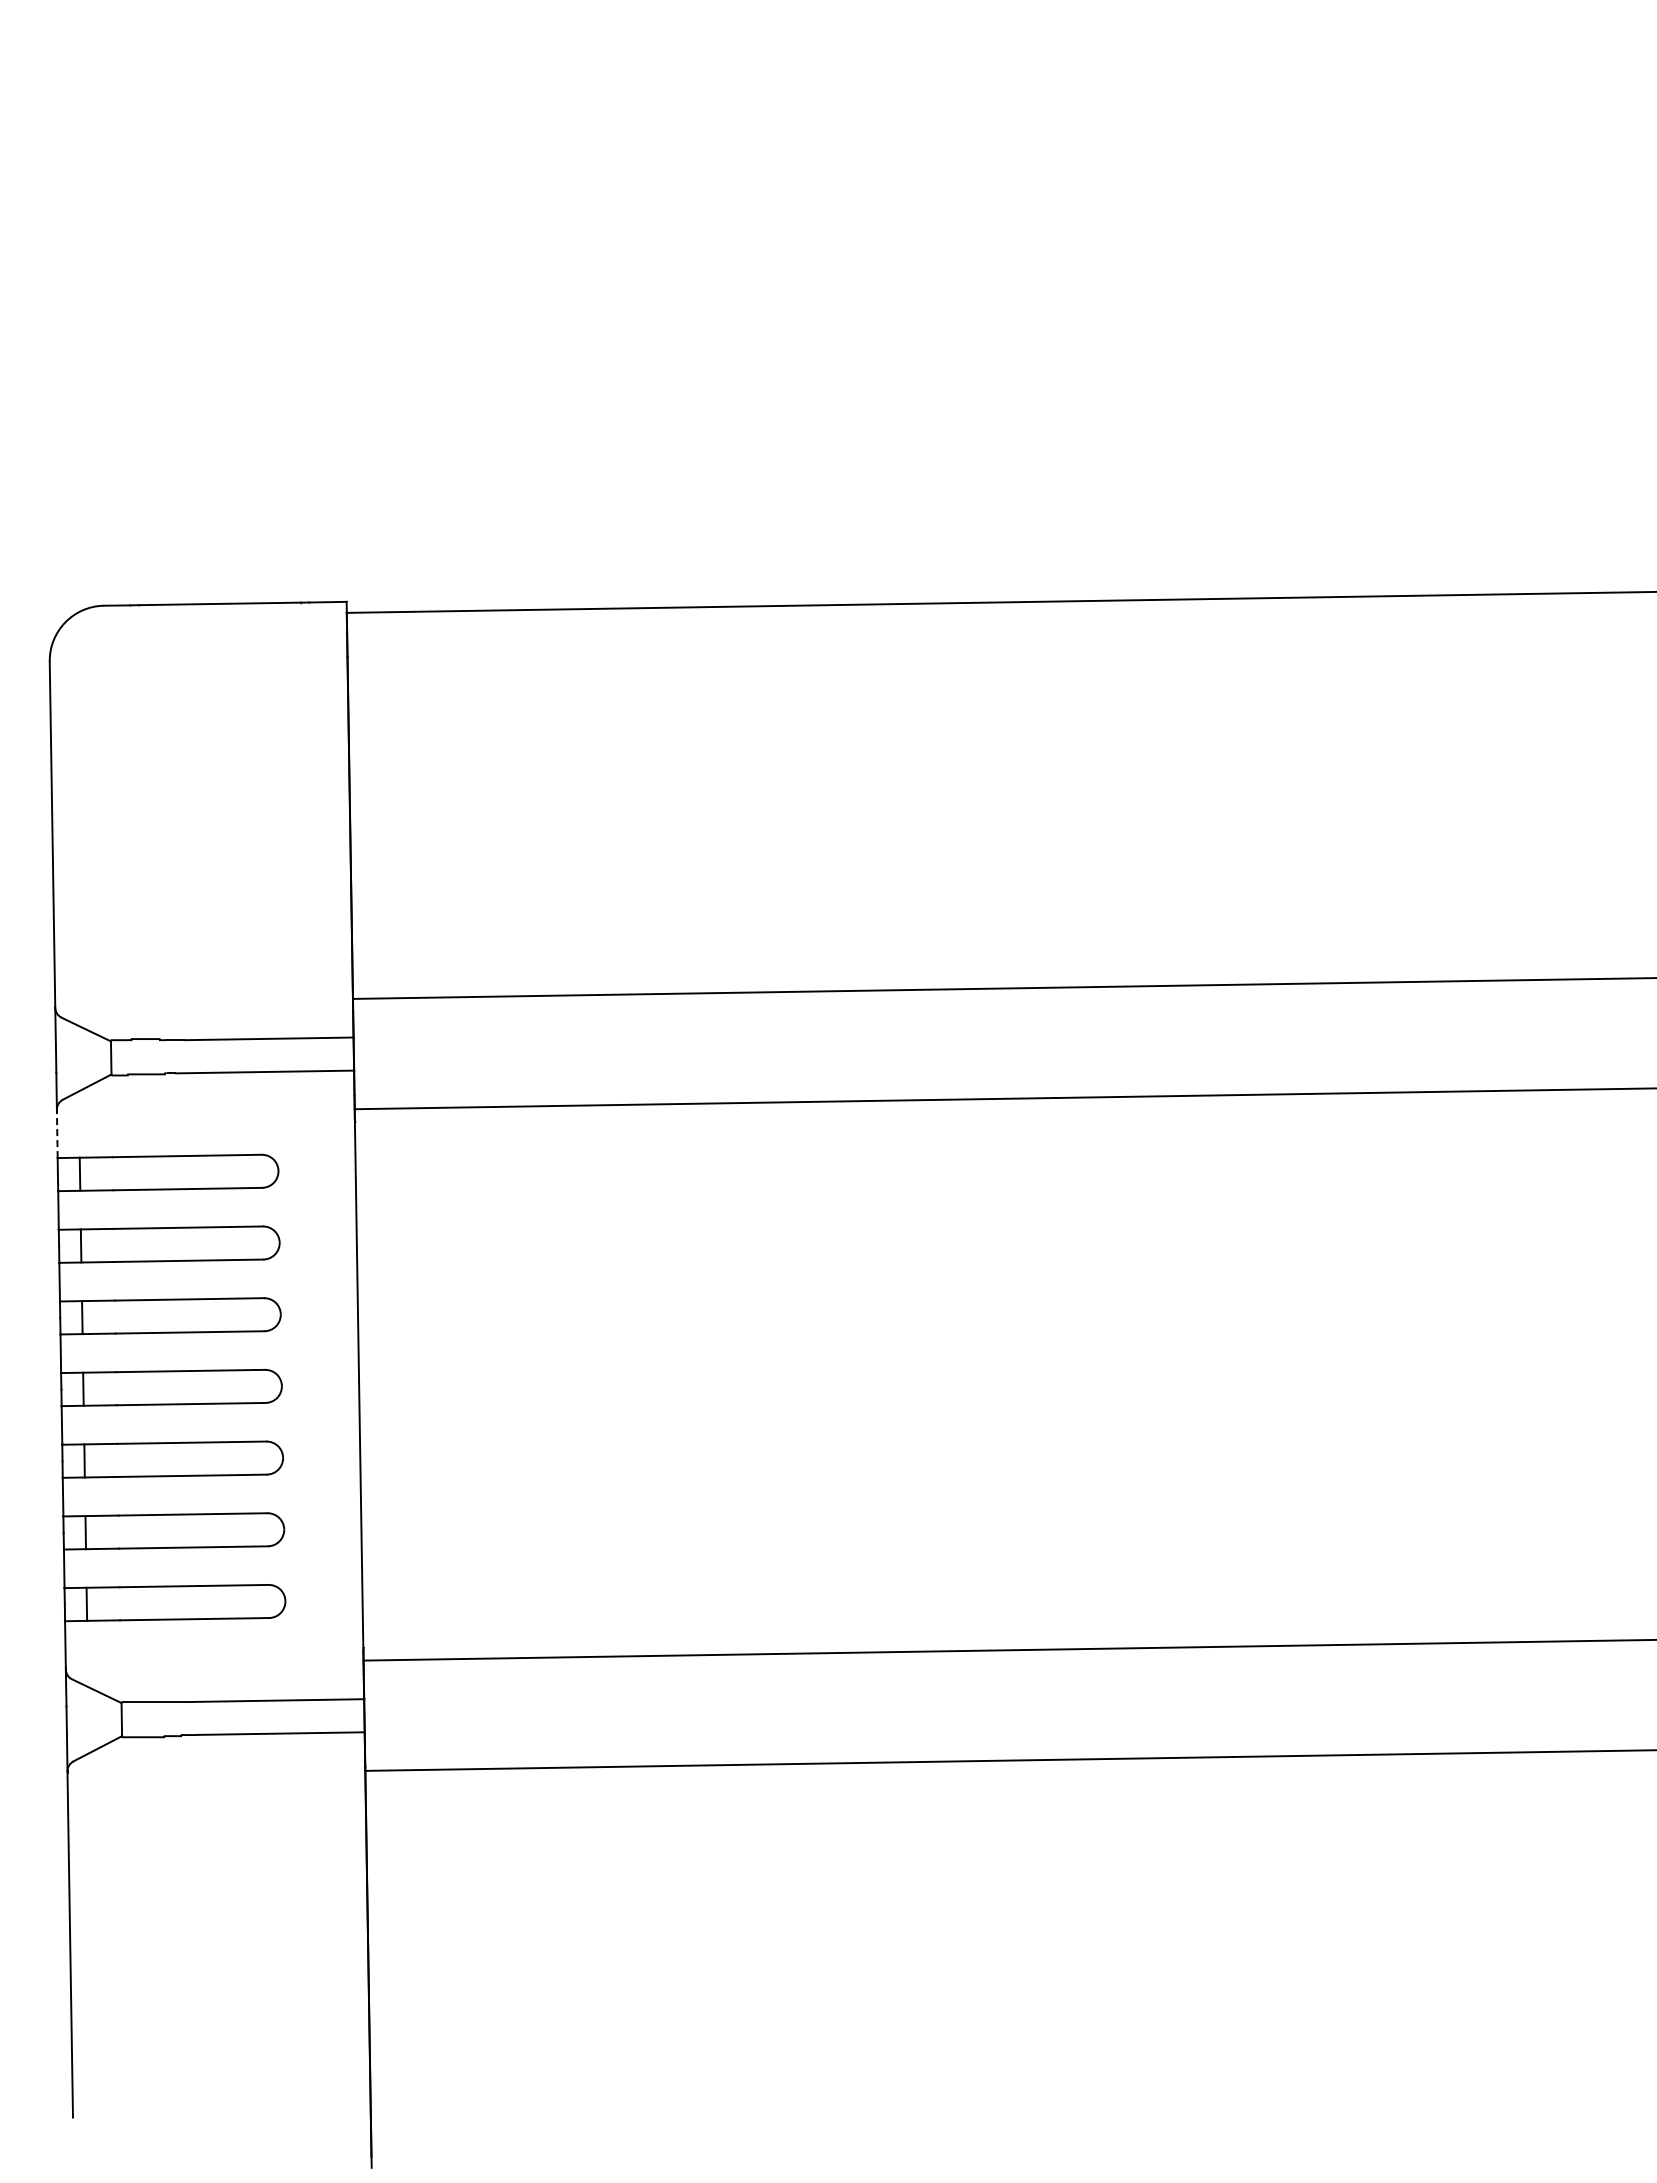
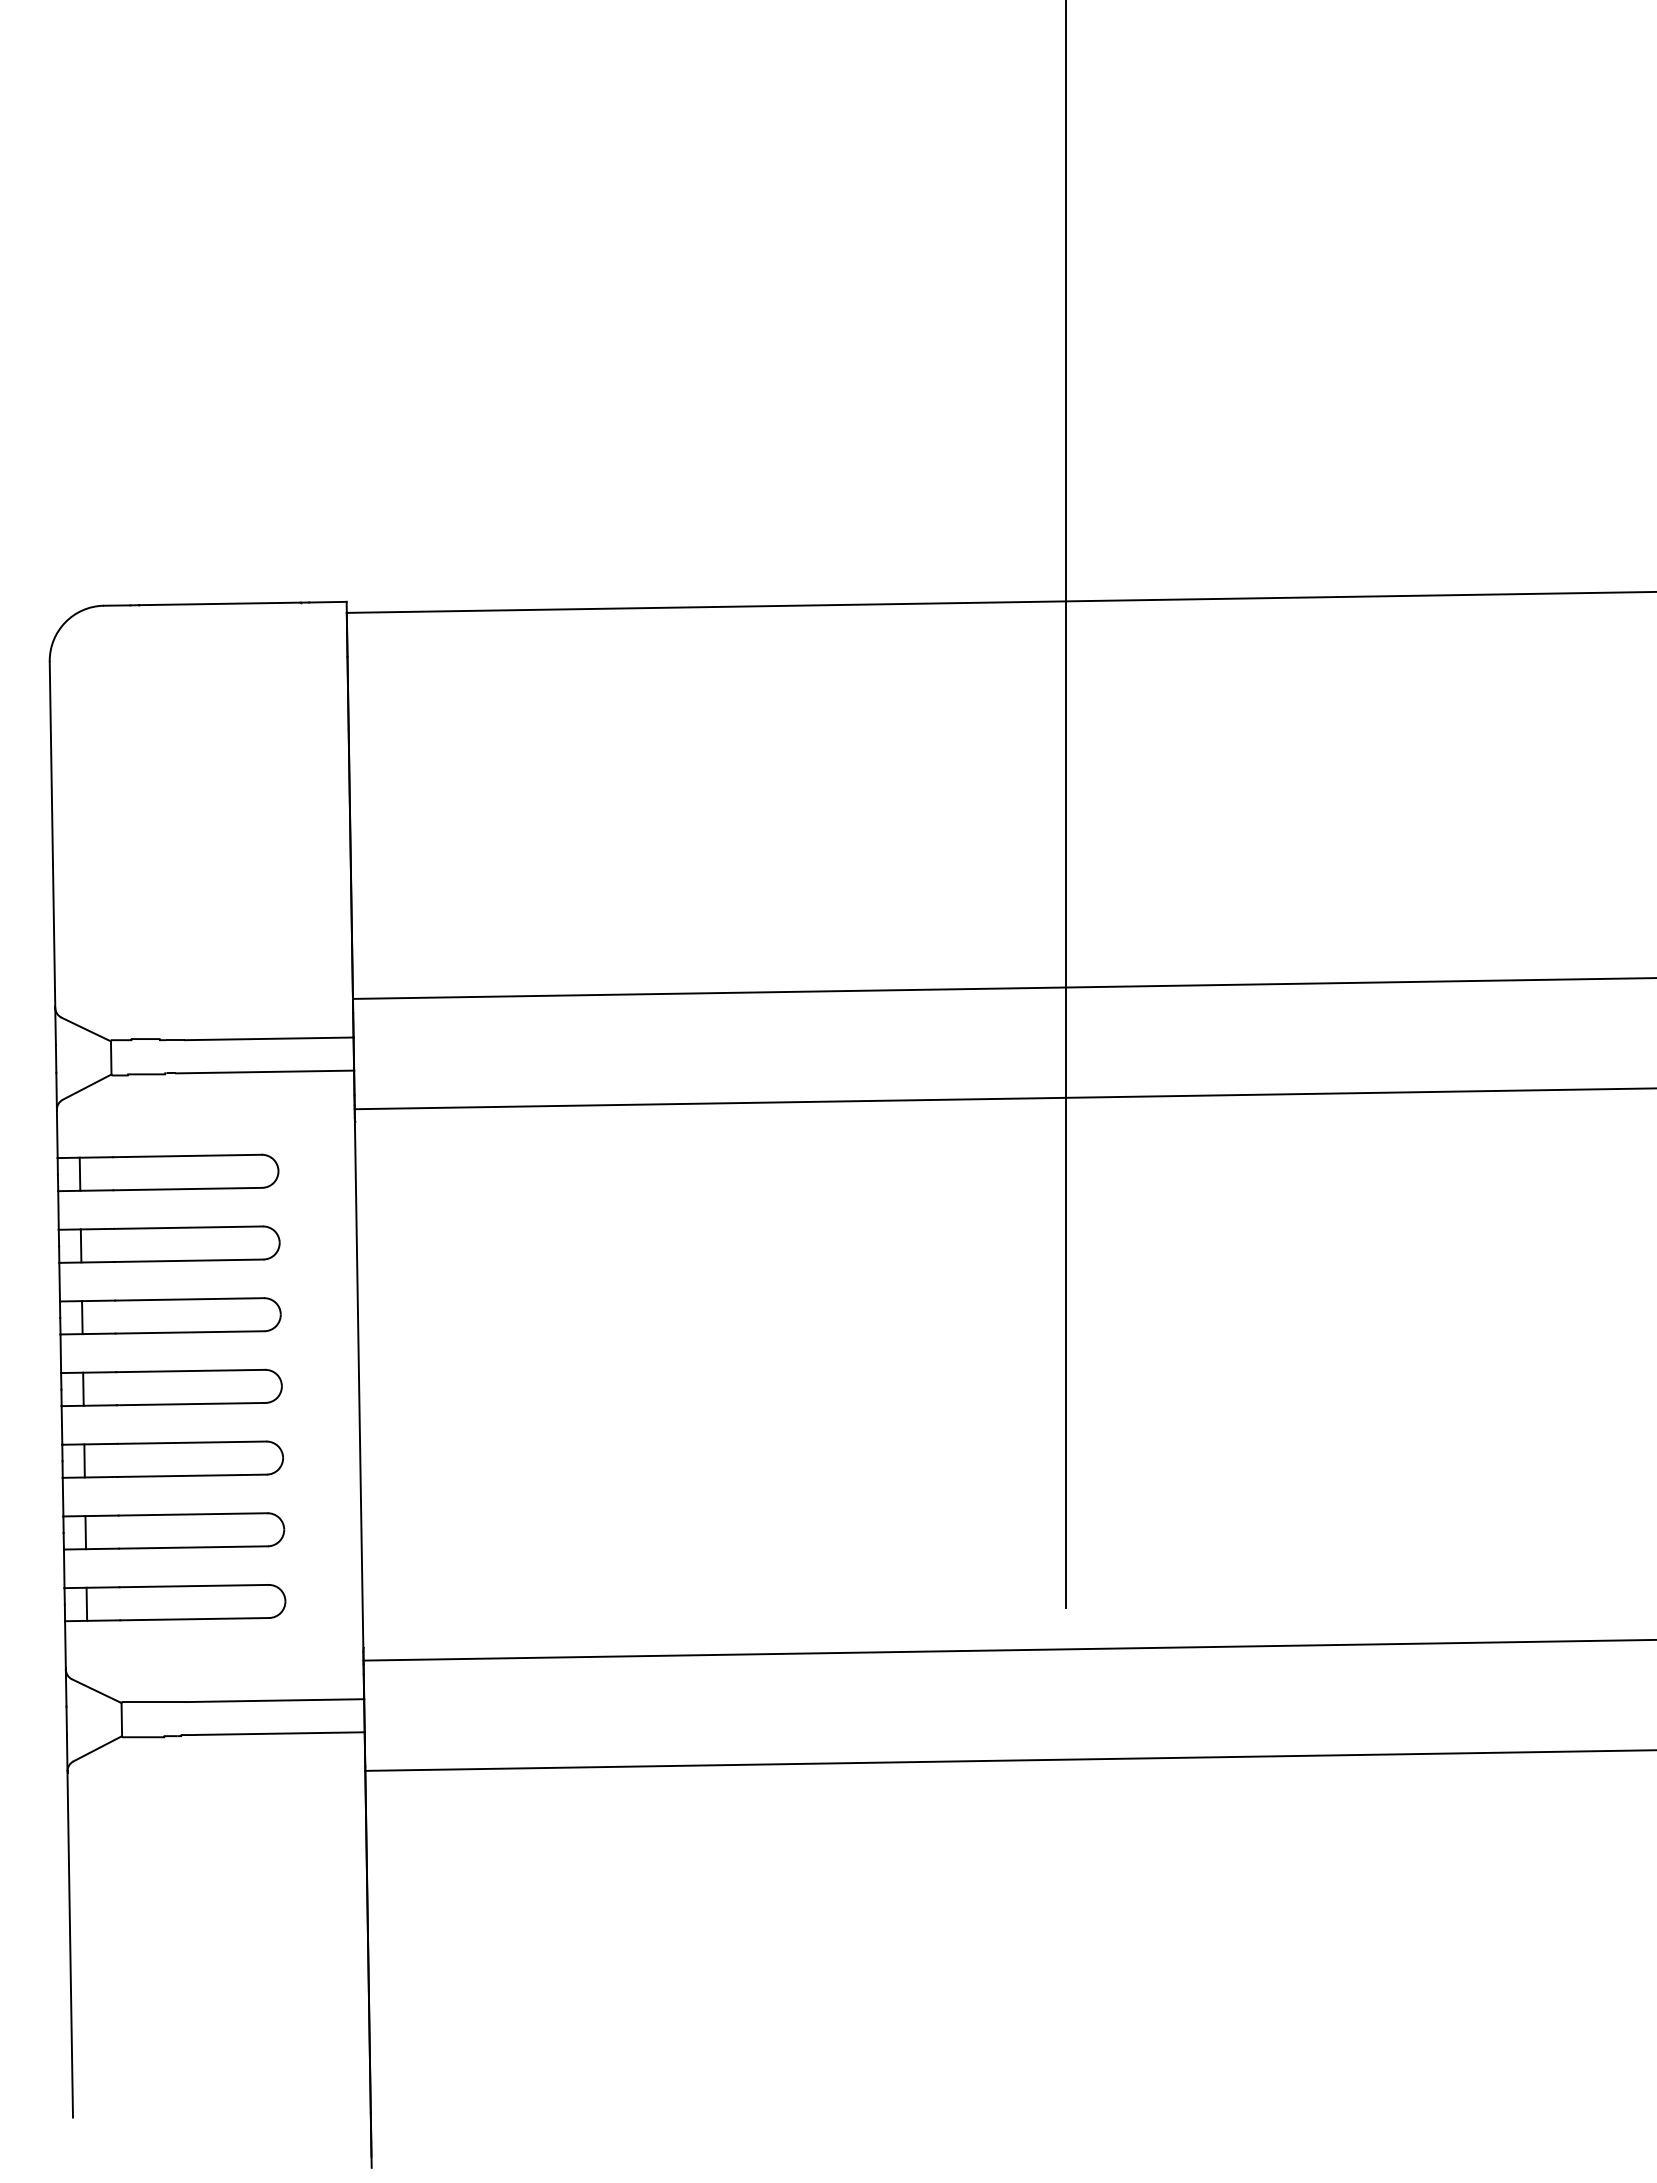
line at (1066, 804): none -> present
line at (57, 1134): dashed -> solid
